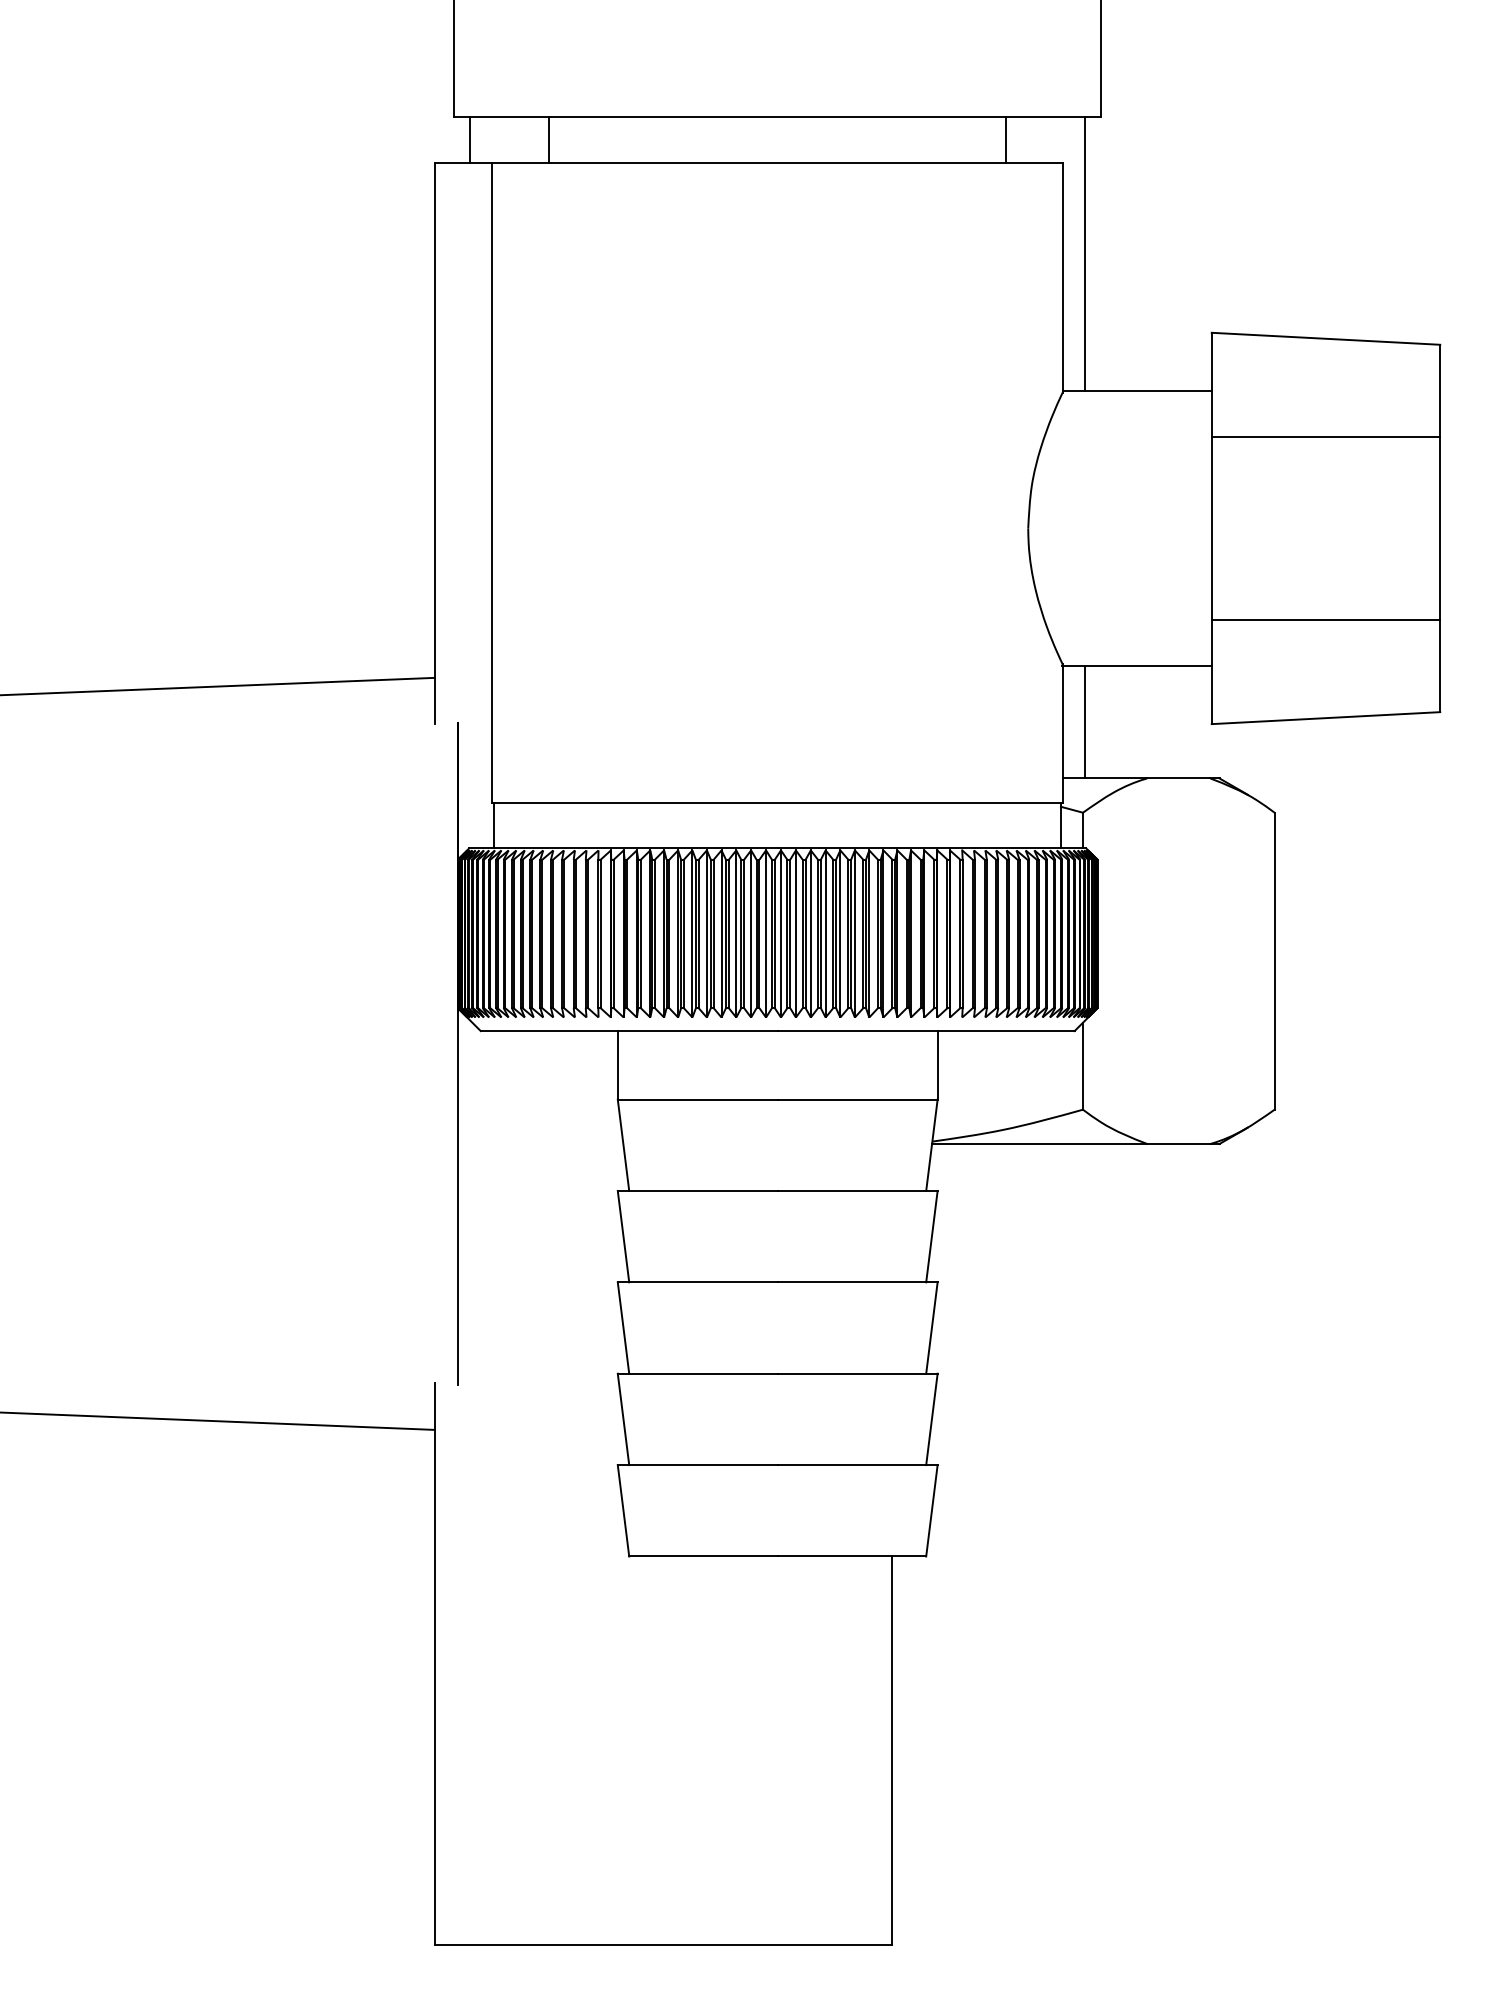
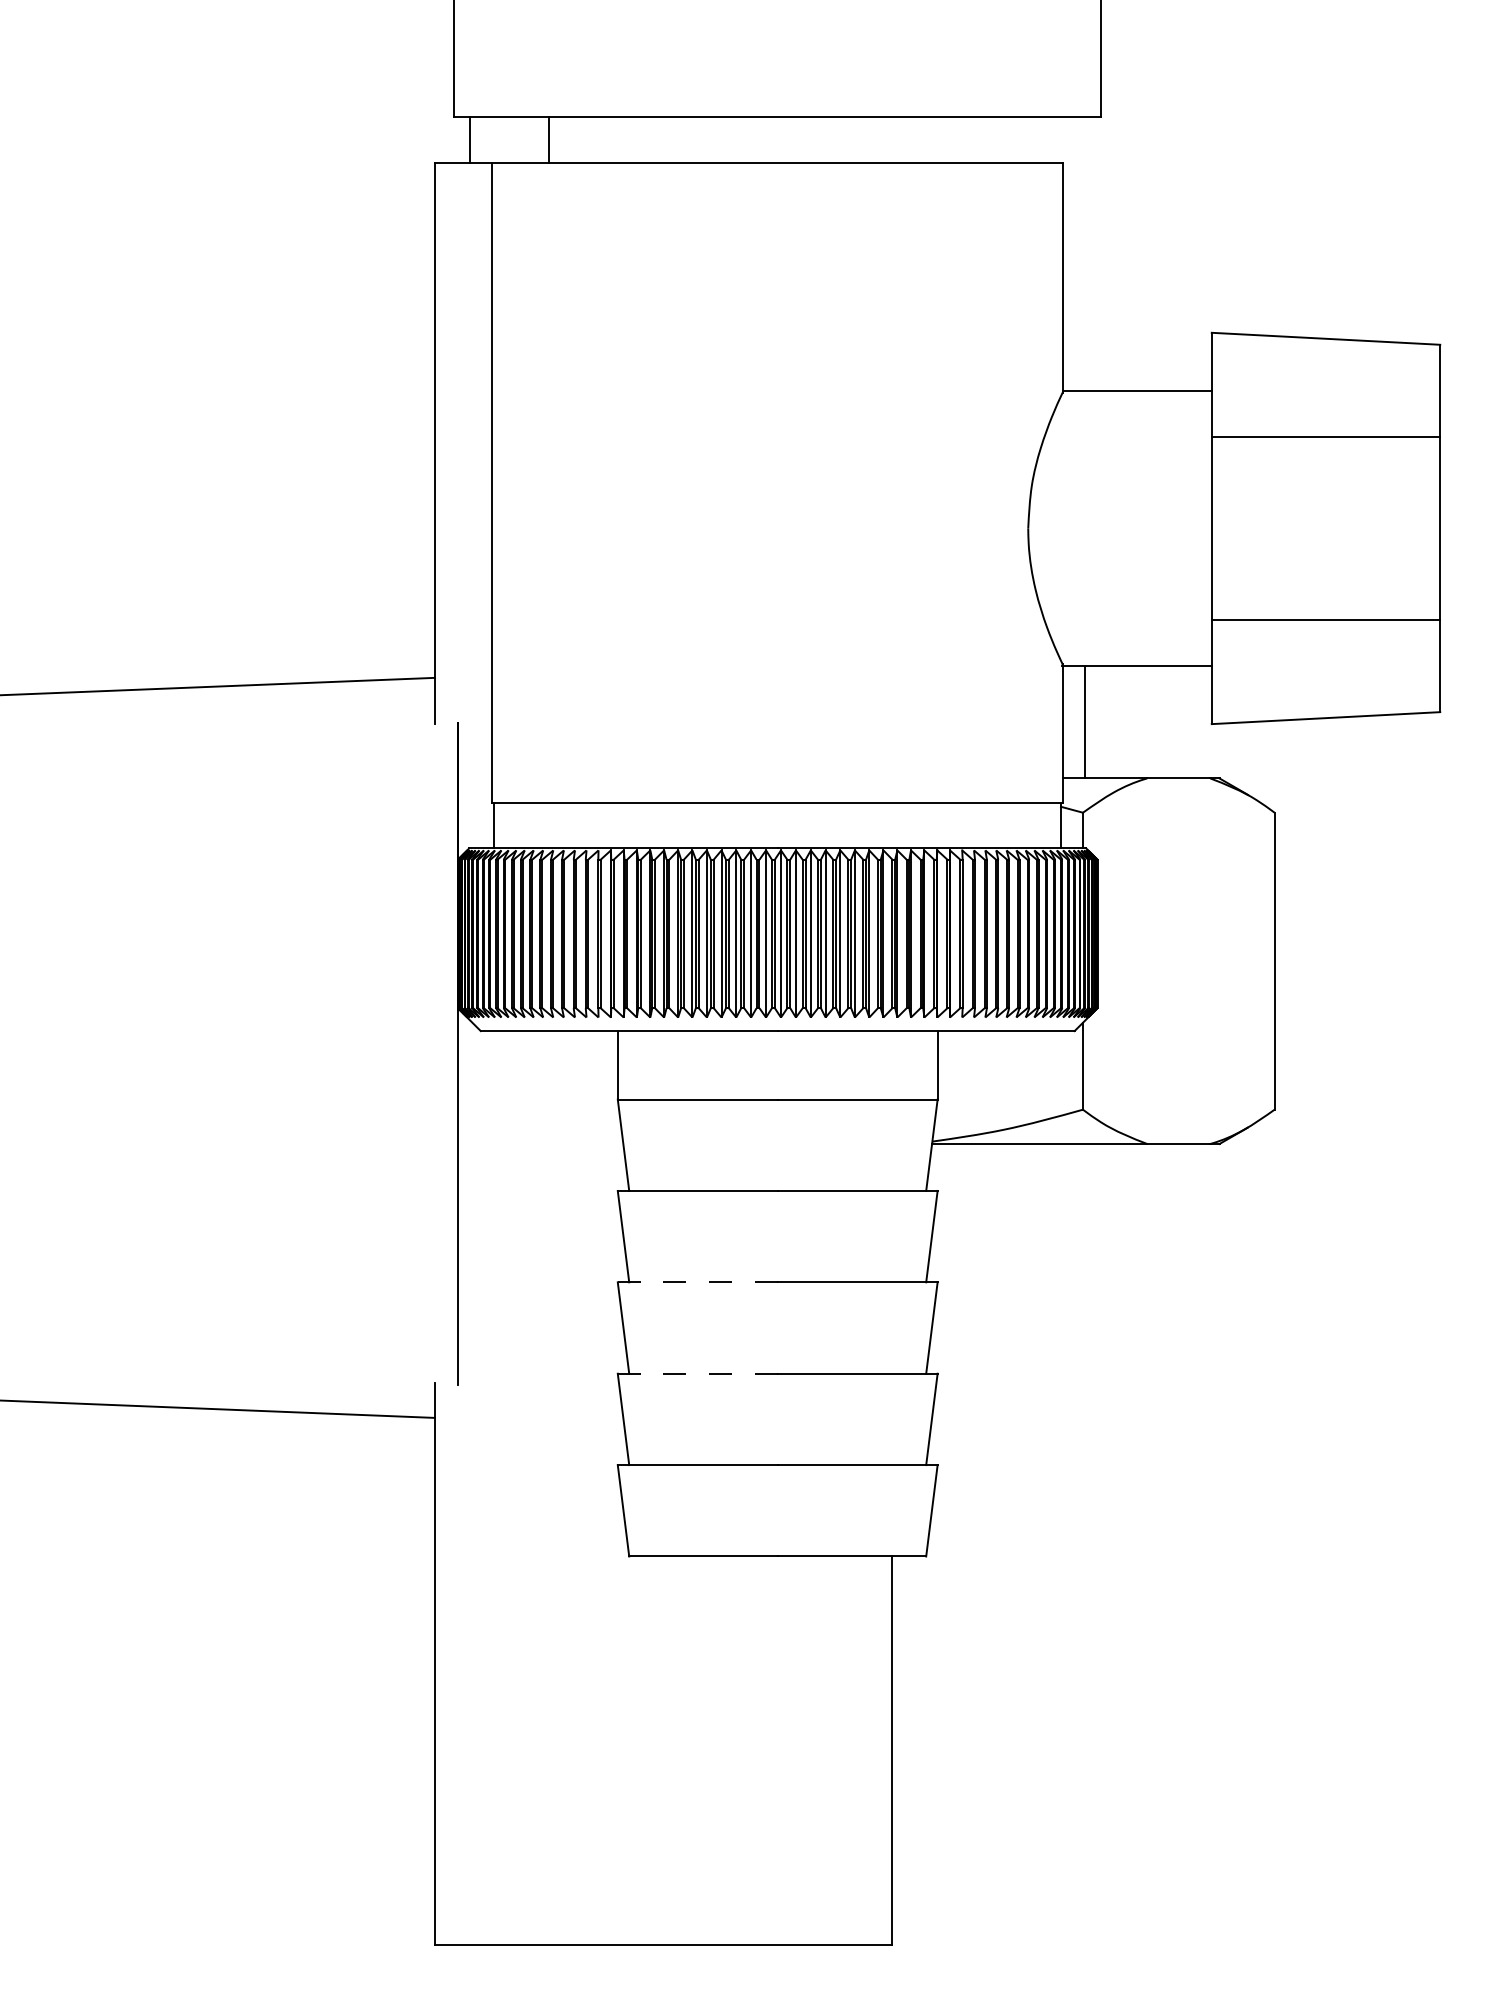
line at (1006, 139): present -> none
line at (1084, 254): present -> none
line at (697, 1282): solid -> dashed
line at (697, 1373): solid -> dashed
line at (218, 1420) position: (218, 1420) -> (218, 1408)
